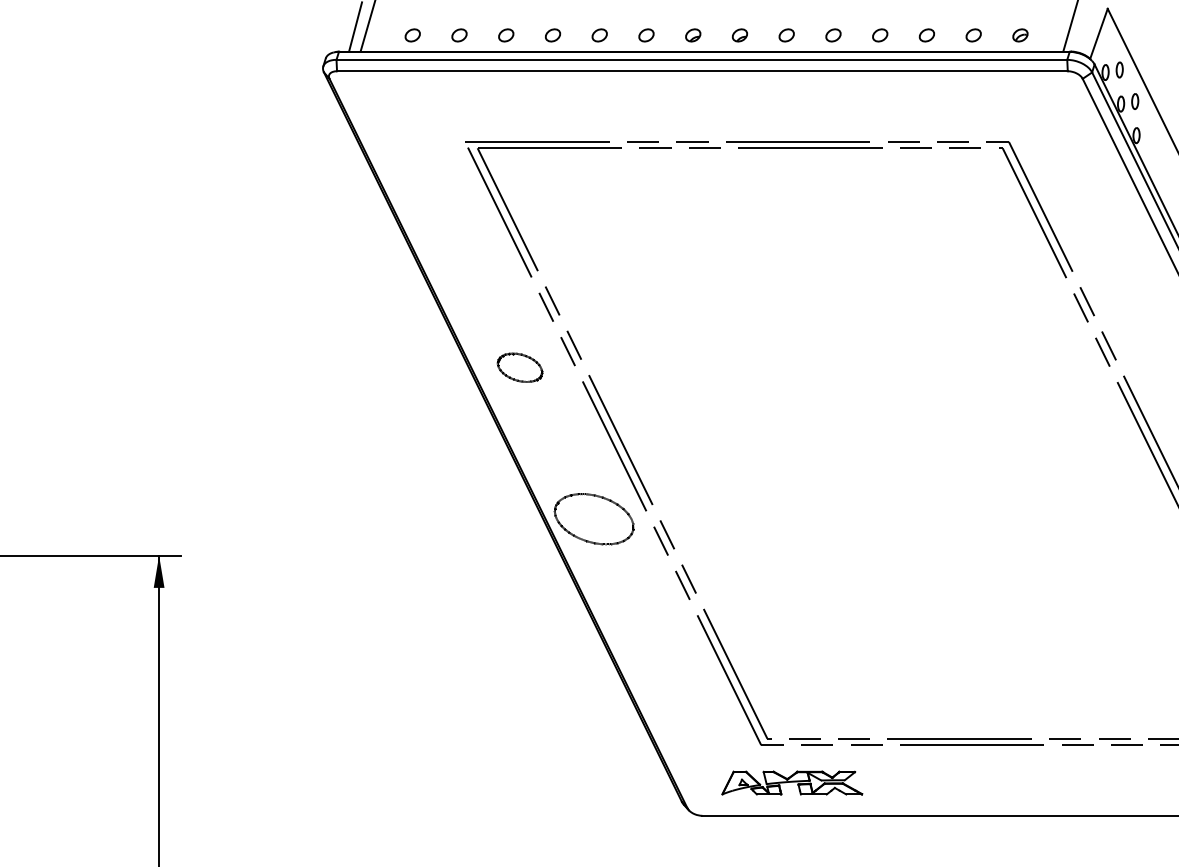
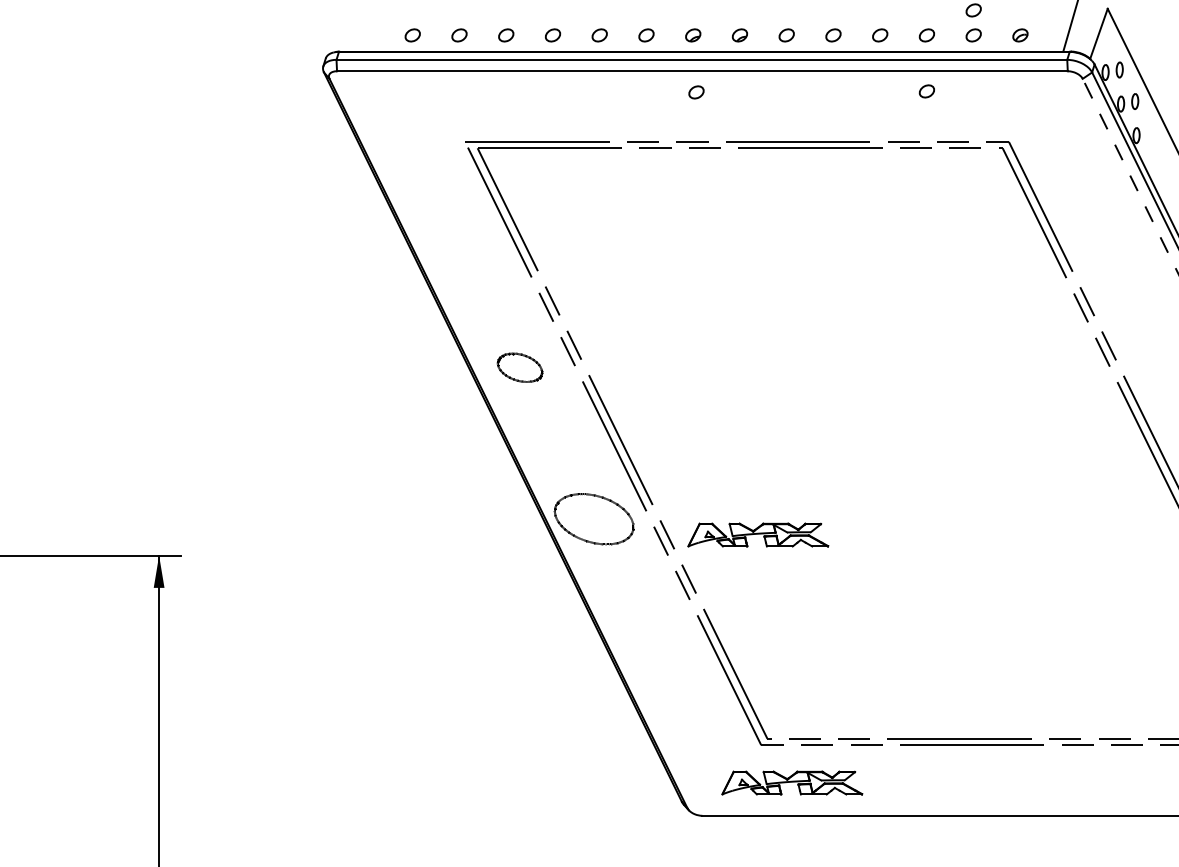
part at (973, 10): none -> present
line at (355, 26): present -> none
line at (367, 26): present -> none
part at (926, 91): none -> present
part at (696, 92): none -> present
line at (1130, 176): solid -> dashed
part at (758, 534): none -> present
